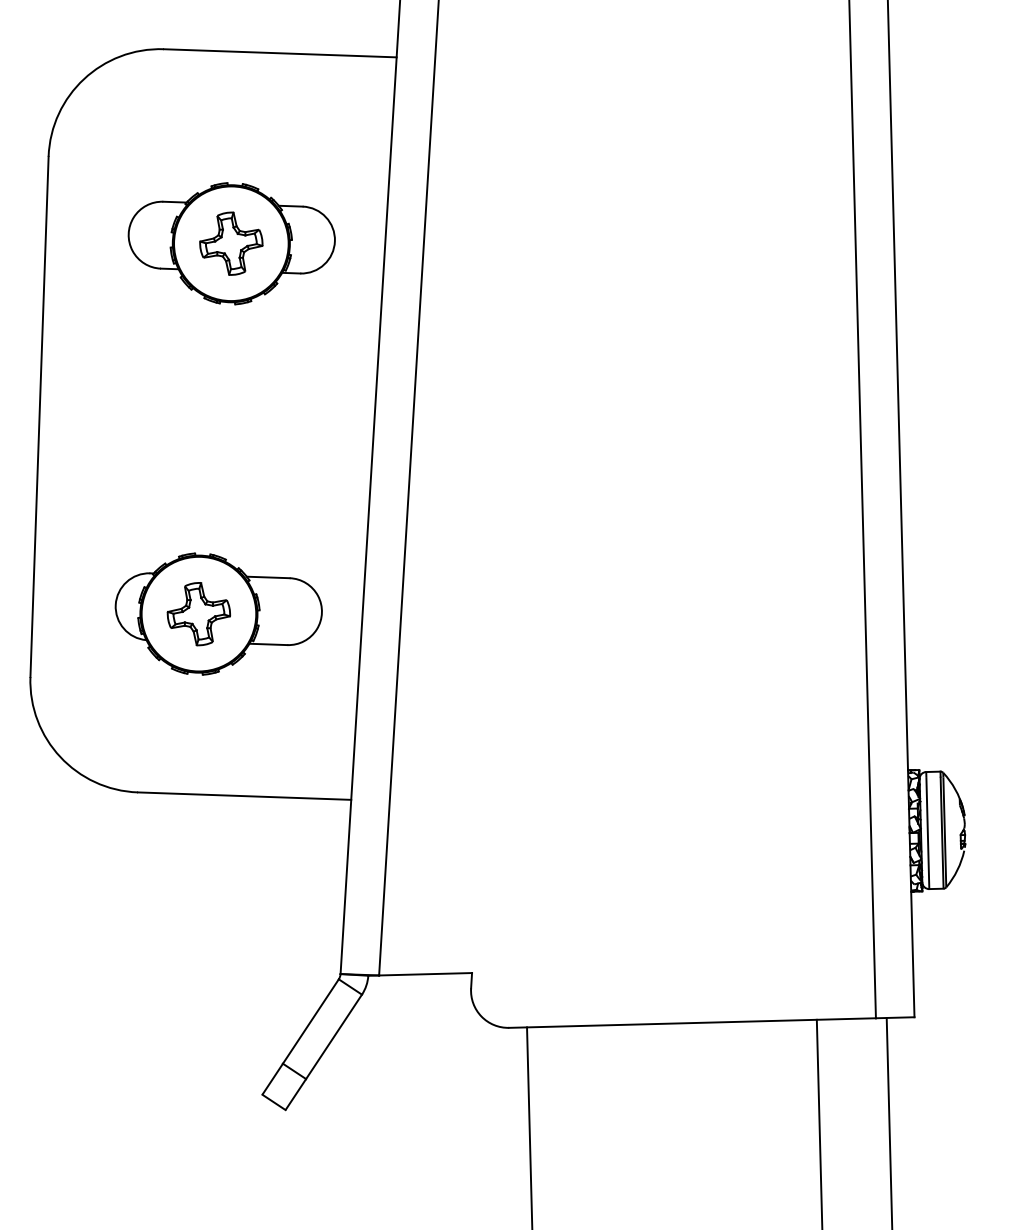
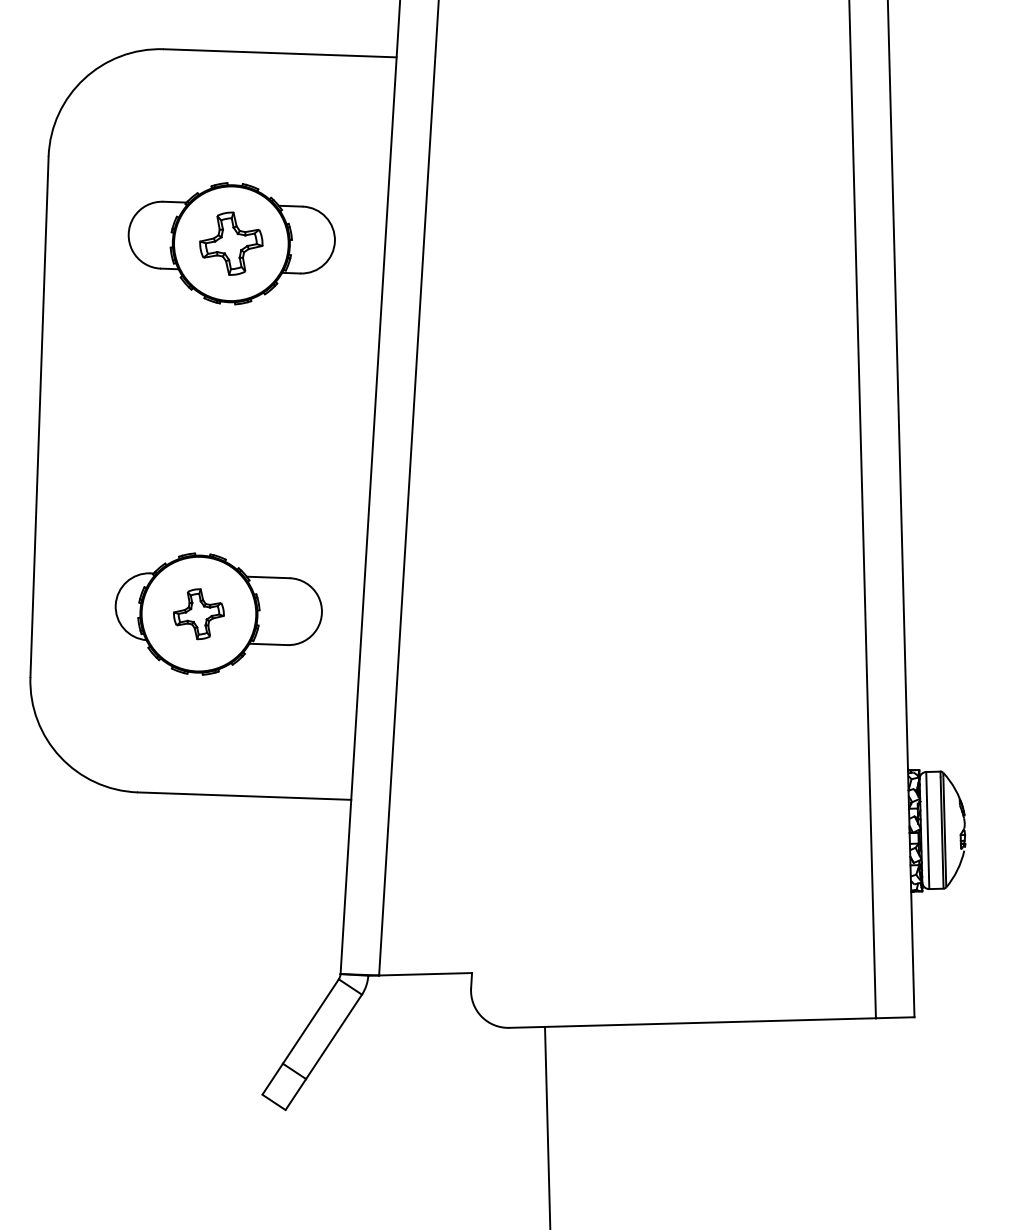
part at (198, 614) size: 66x65 px -> 52x53 px
line at (889, 1121): present -> none
line at (819, 1122): present -> none
line at (529, 1126) position: (529, 1126) -> (547, 1126)
